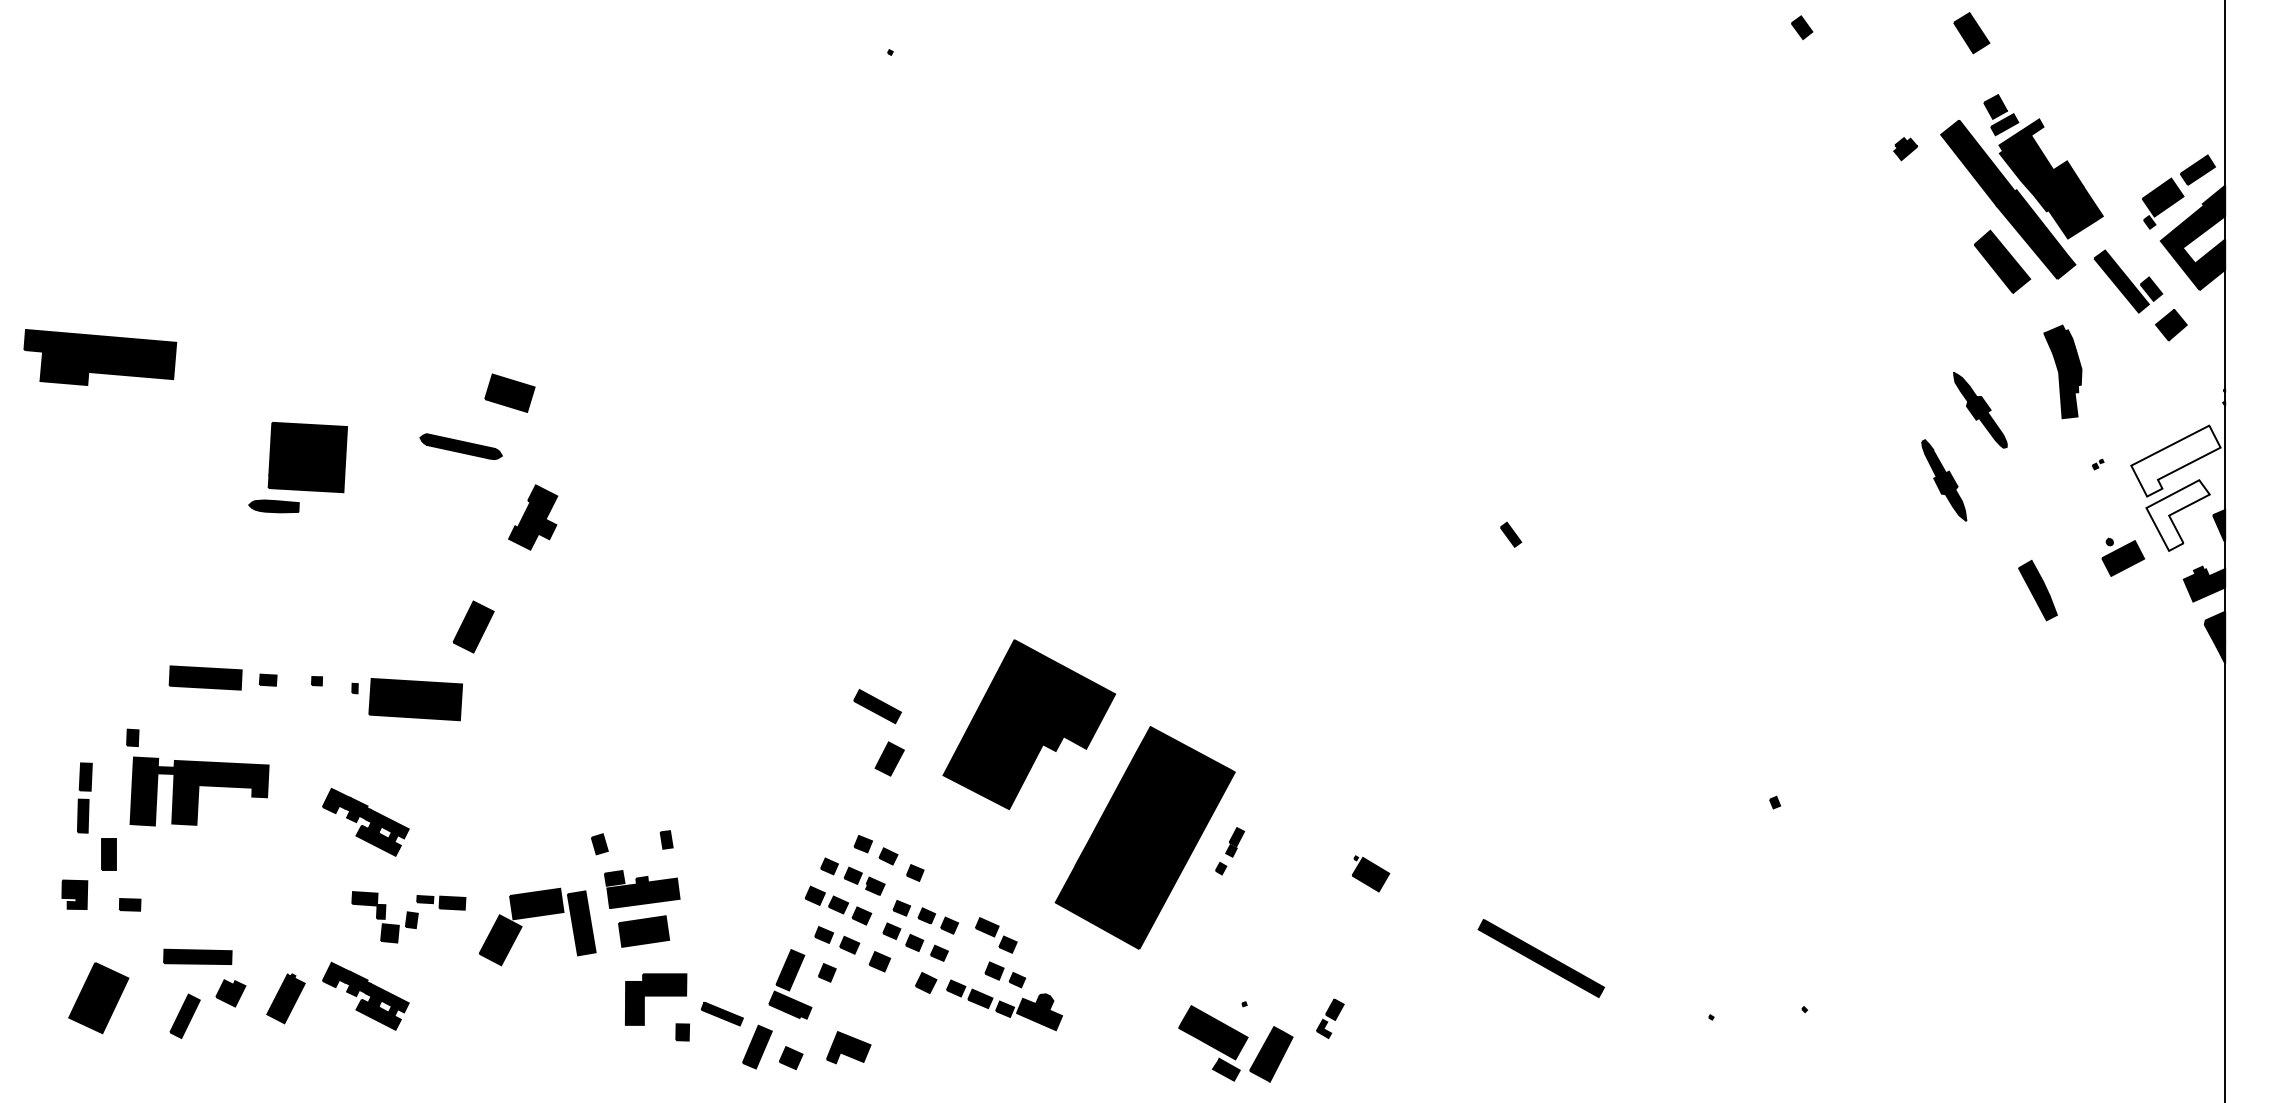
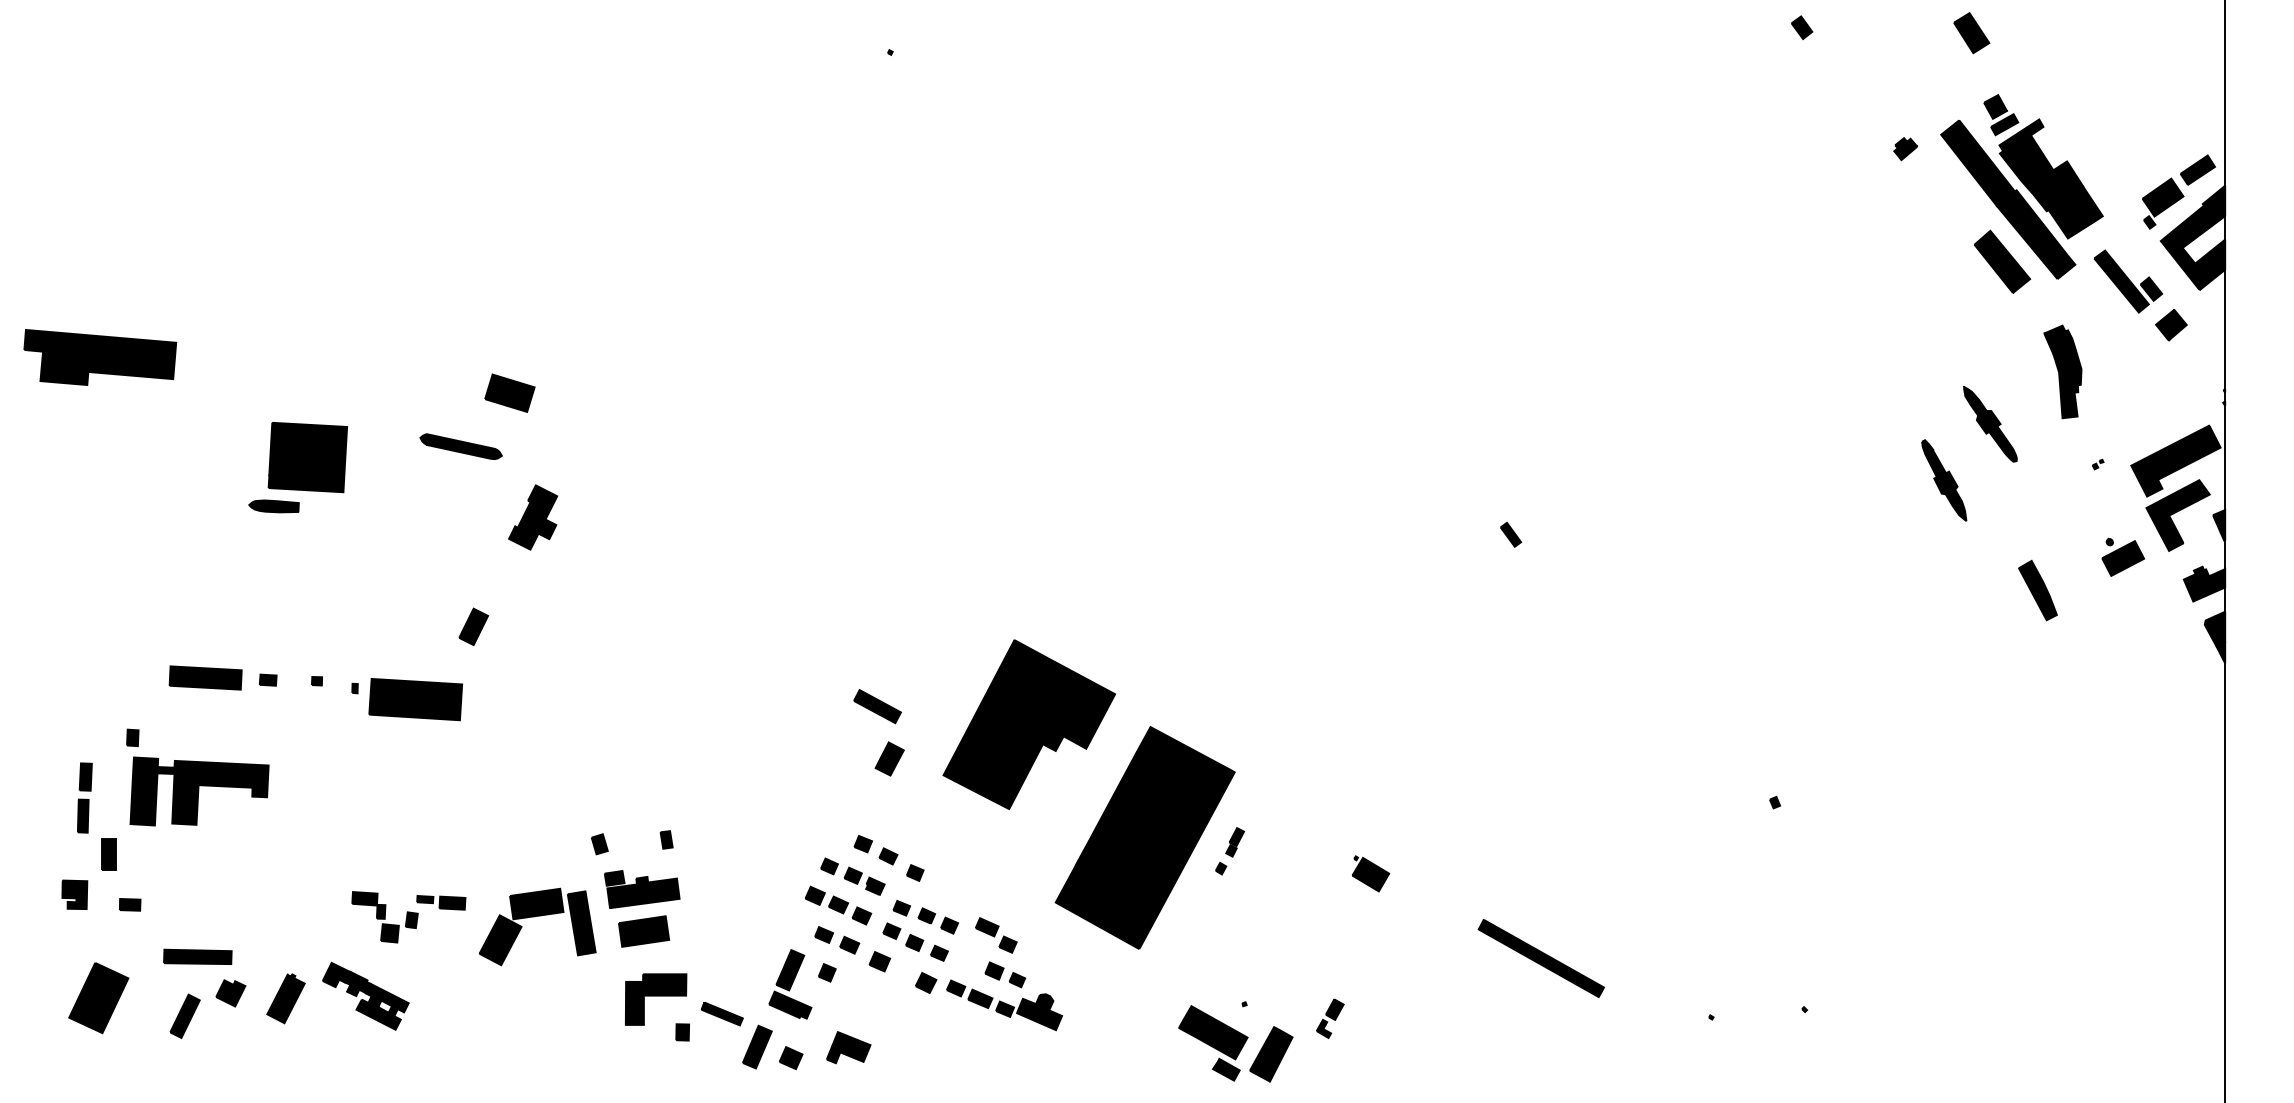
part at (1980, 410) position: (1980, 410) -> (1990, 424)
fill at (2175, 460): none -> present
fill at (2177, 515): none -> present
part at (473, 626) size: 43x54 px -> 32x39 px
part at (365, 821): present -> none
